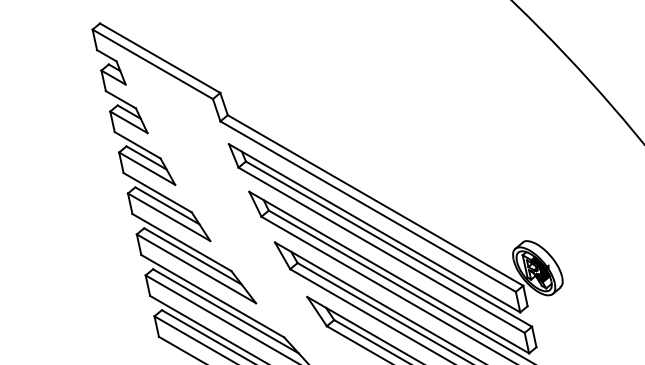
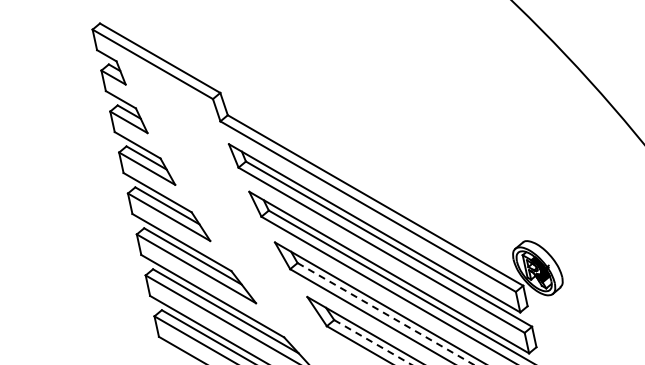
line at (385, 313): solid -> dashed
line at (373, 342): solid -> dashed
